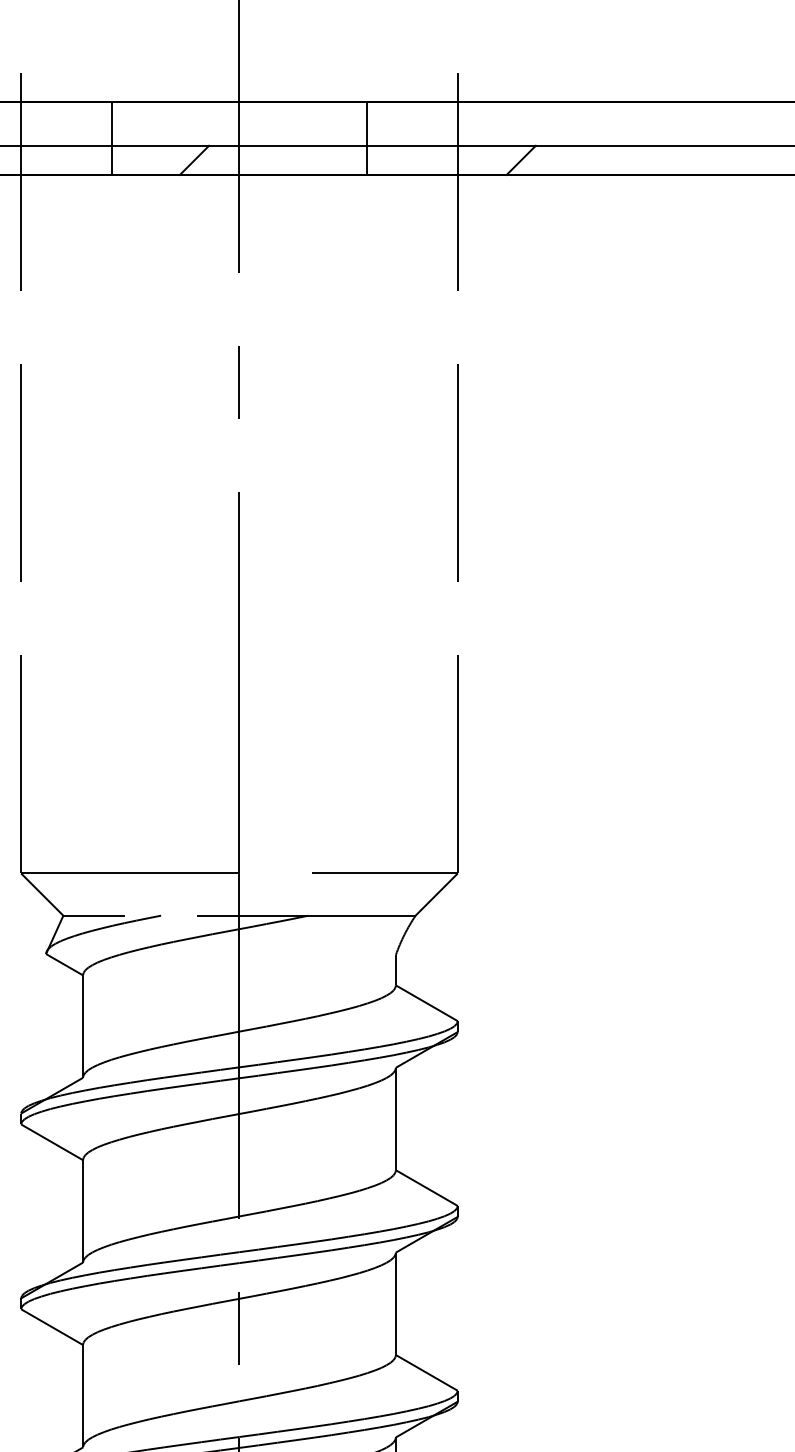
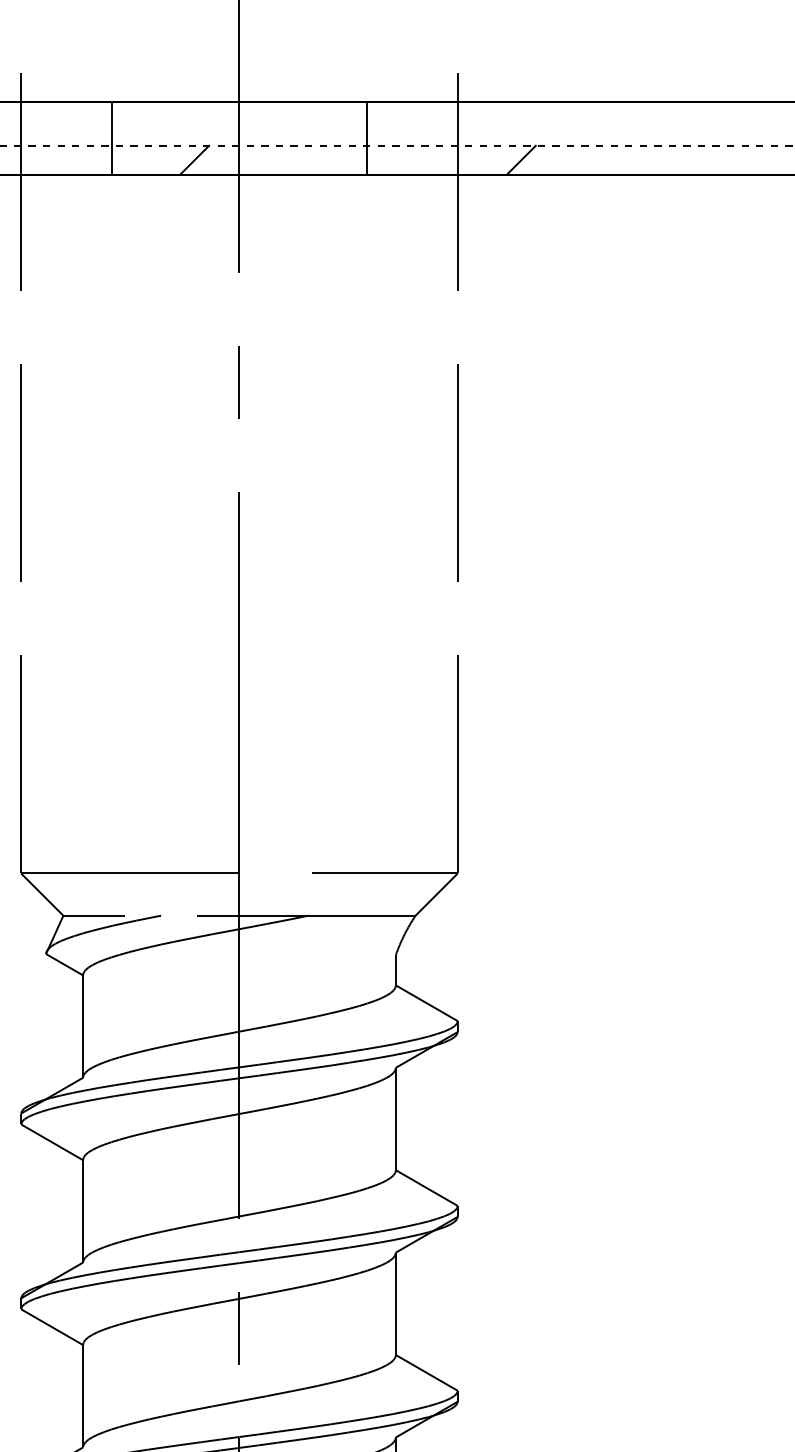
line at (397, 145): solid -> dashed
